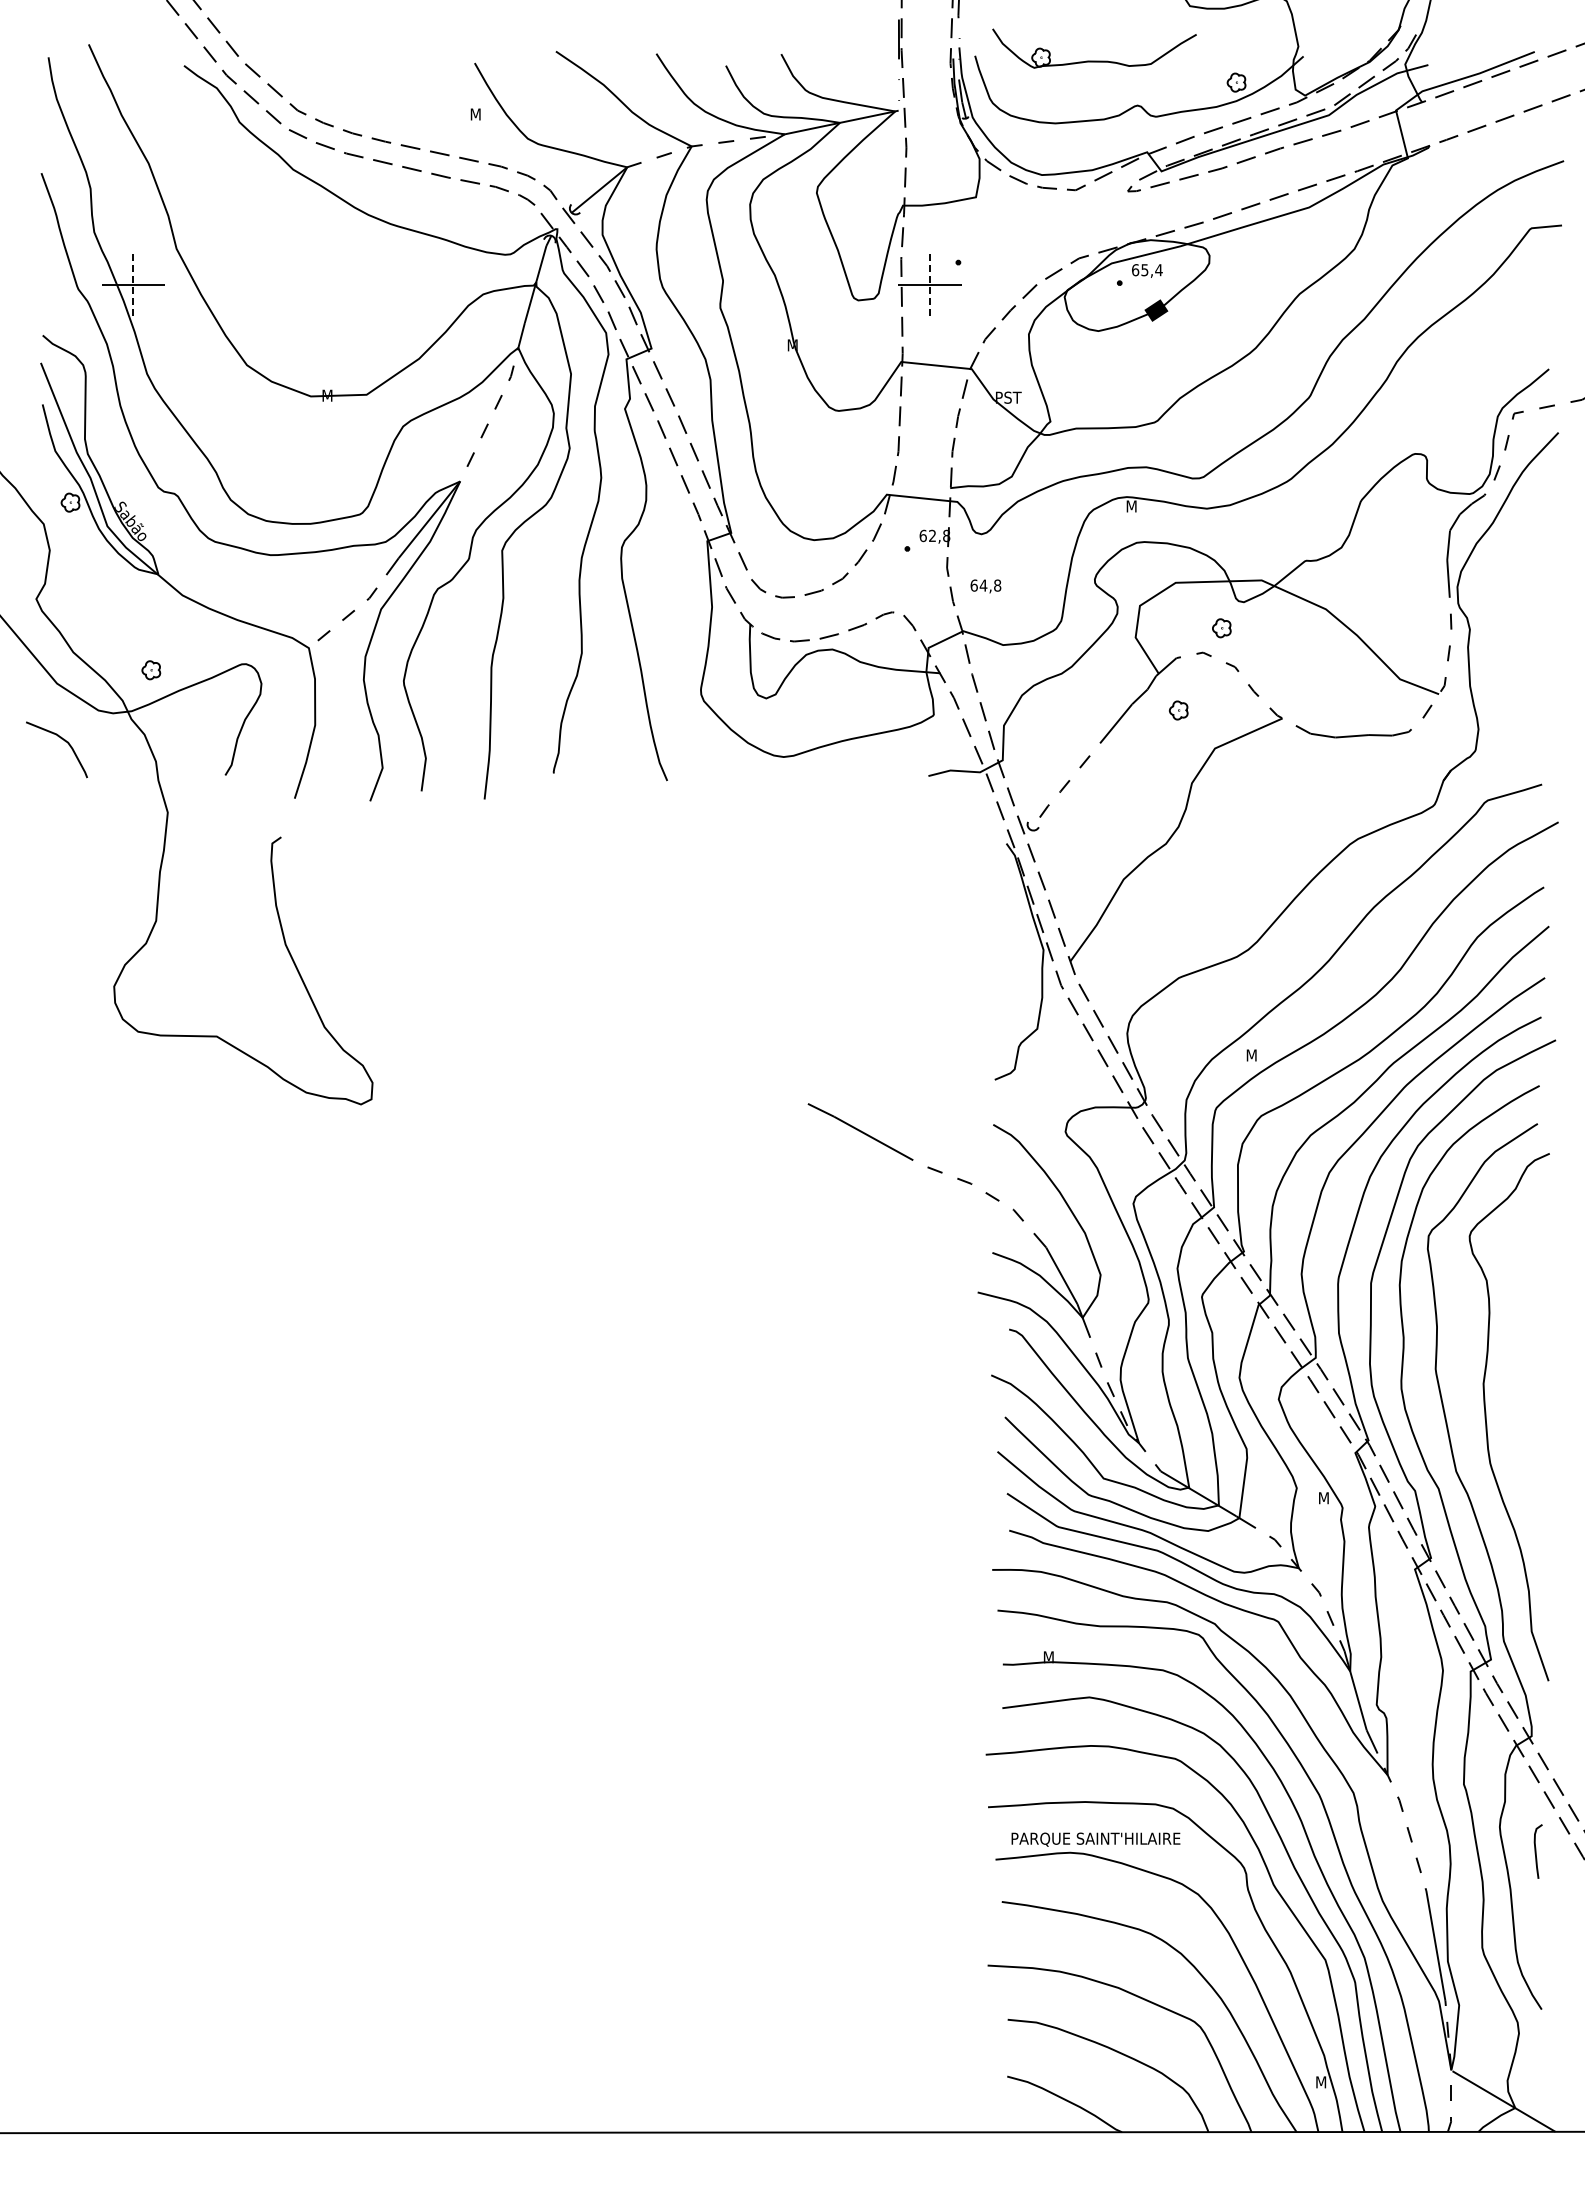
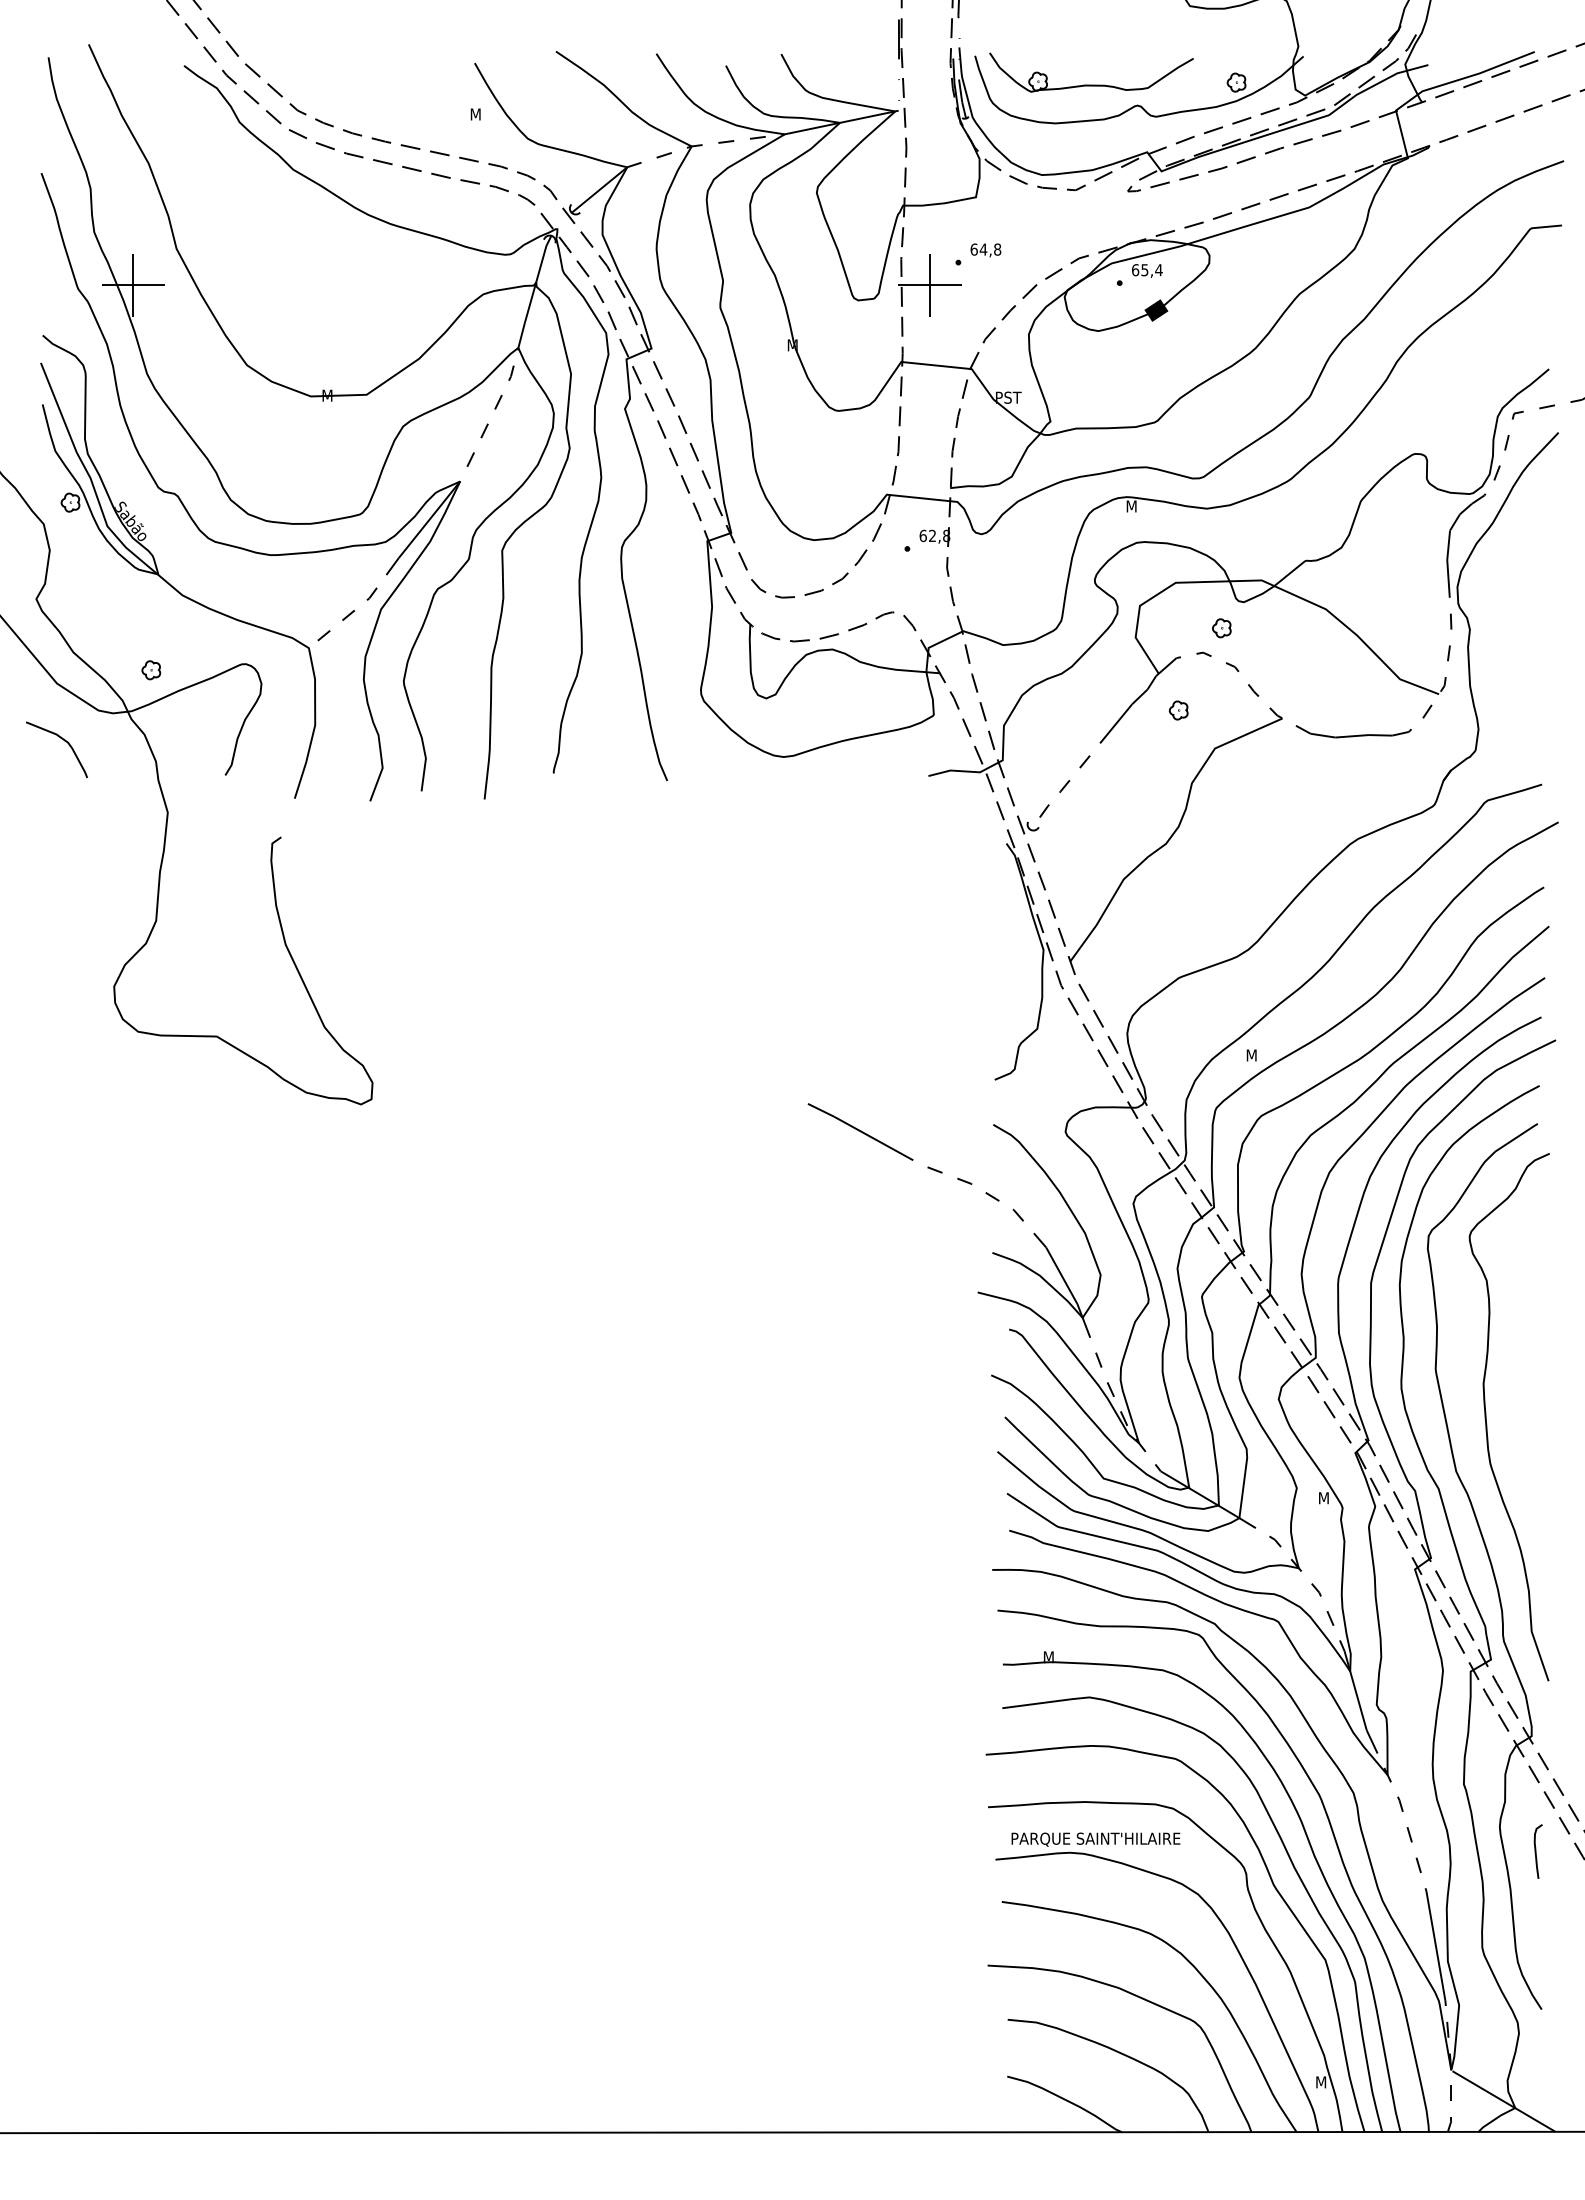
part at (1094, 60) position: (1094, 60) -> (1091, 84)
line at (133, 285): dashed -> solid
line at (930, 285): dashed -> solid
text at (985, 586) position: (985, 586) -> (985, 250)
